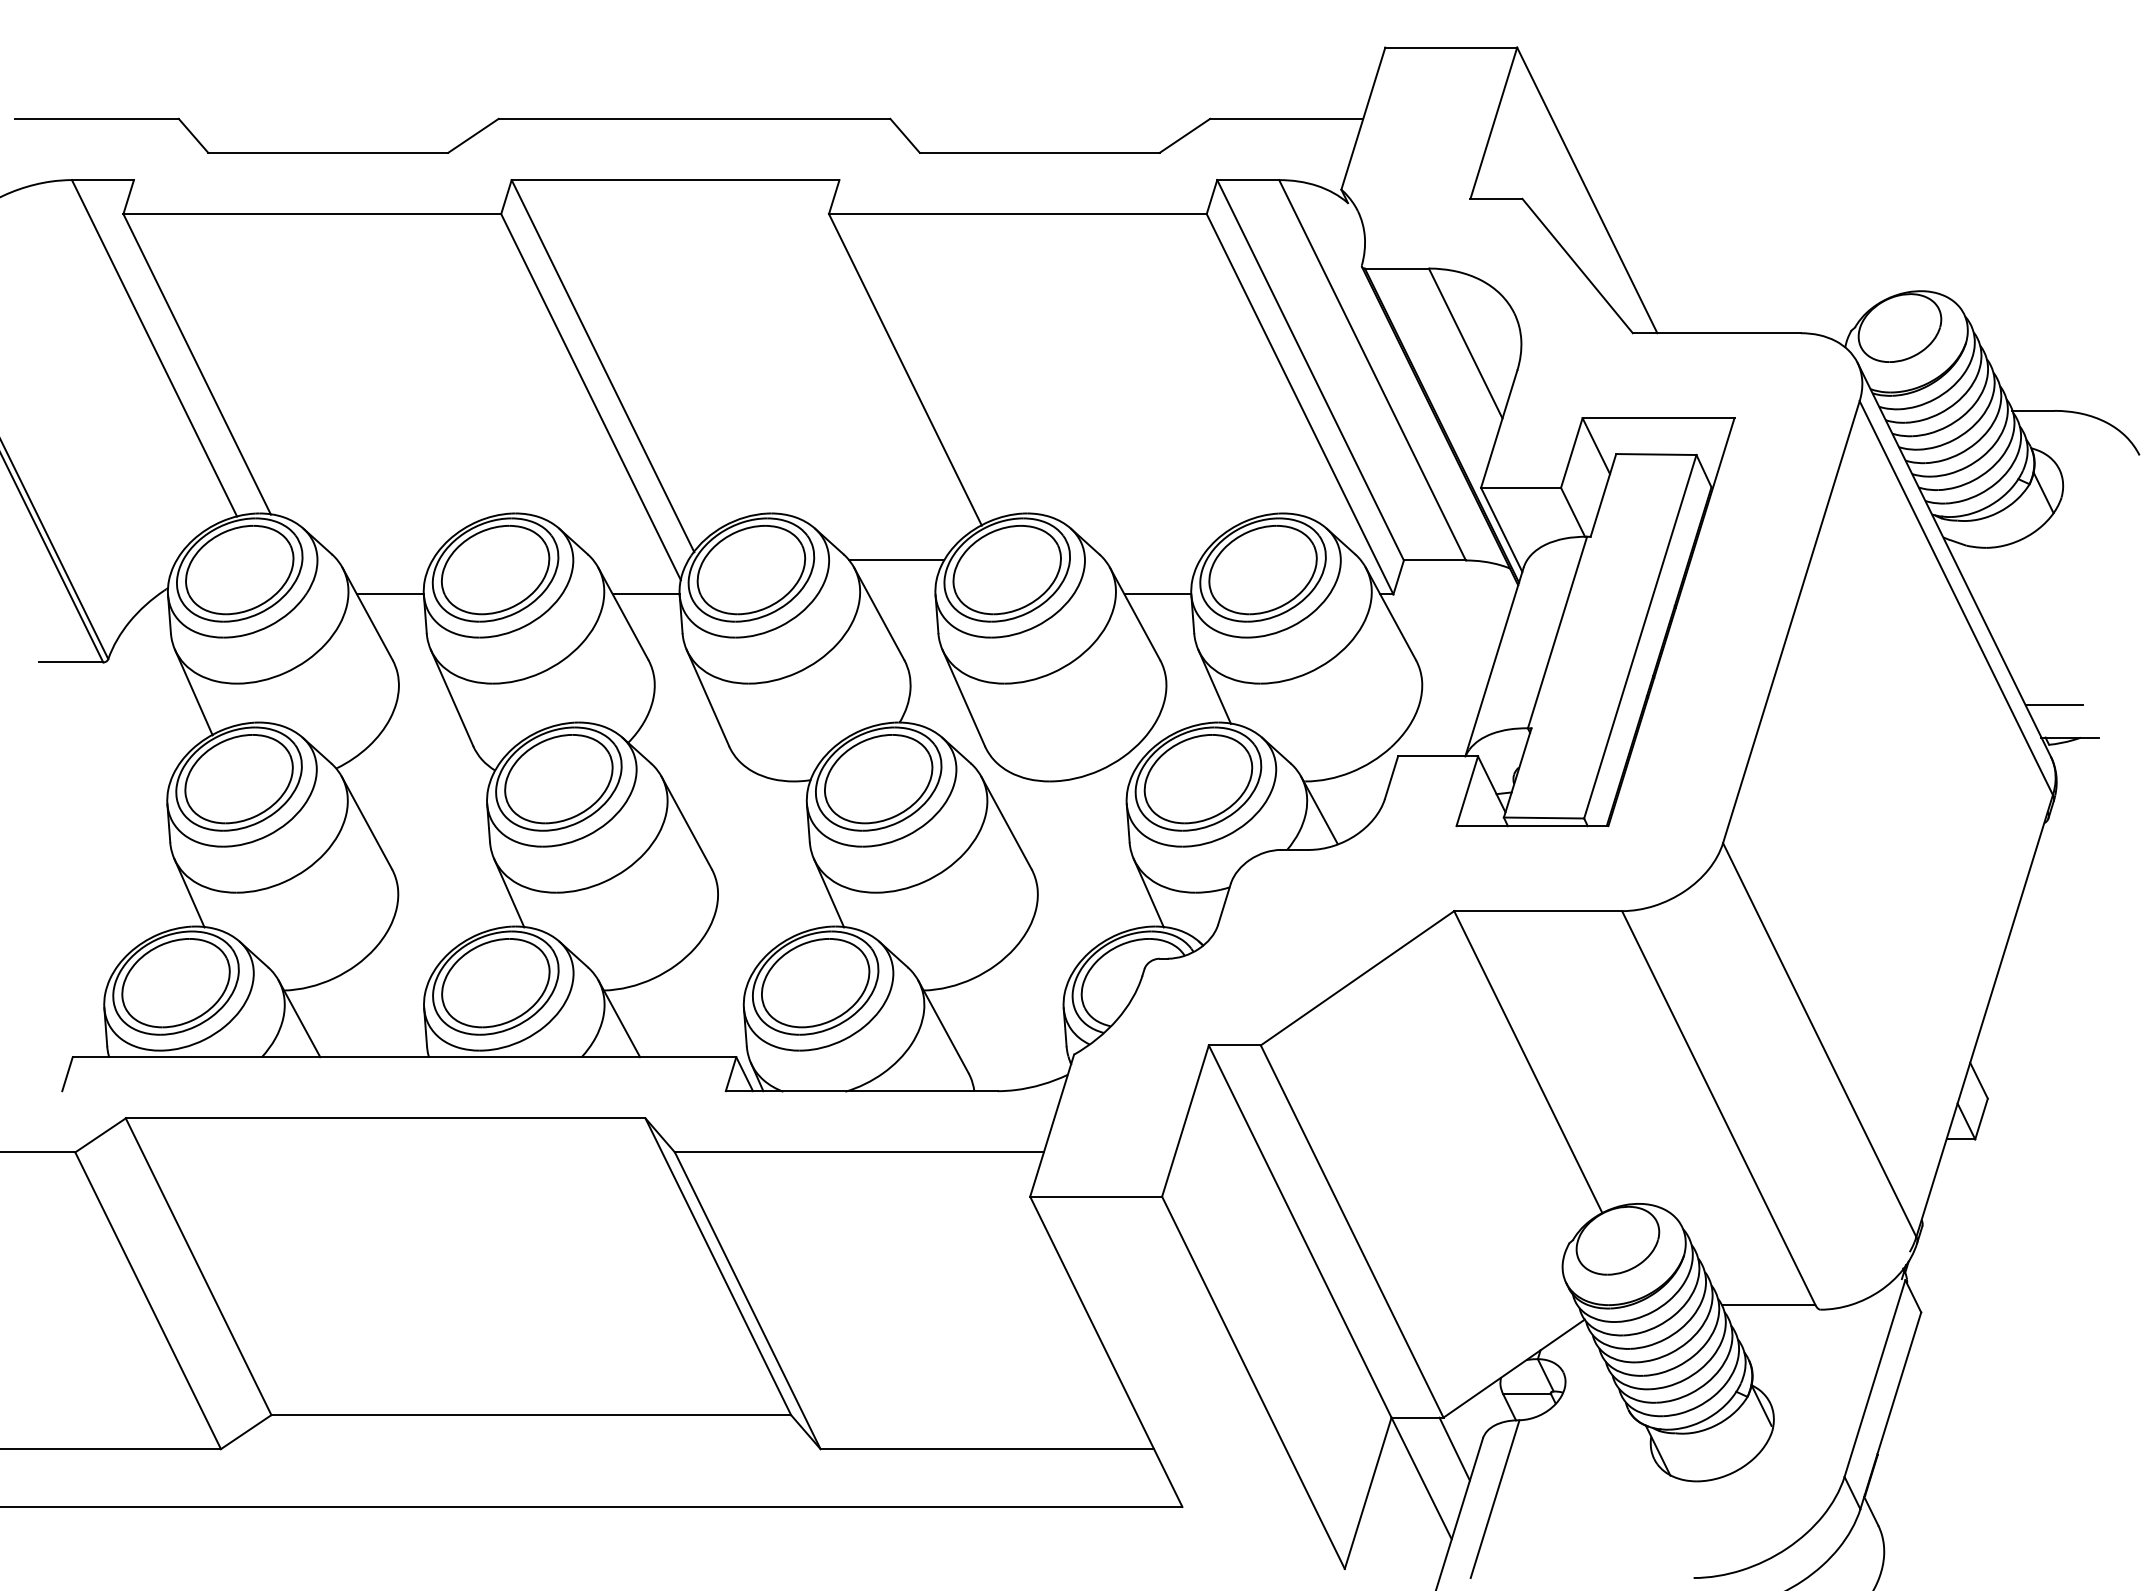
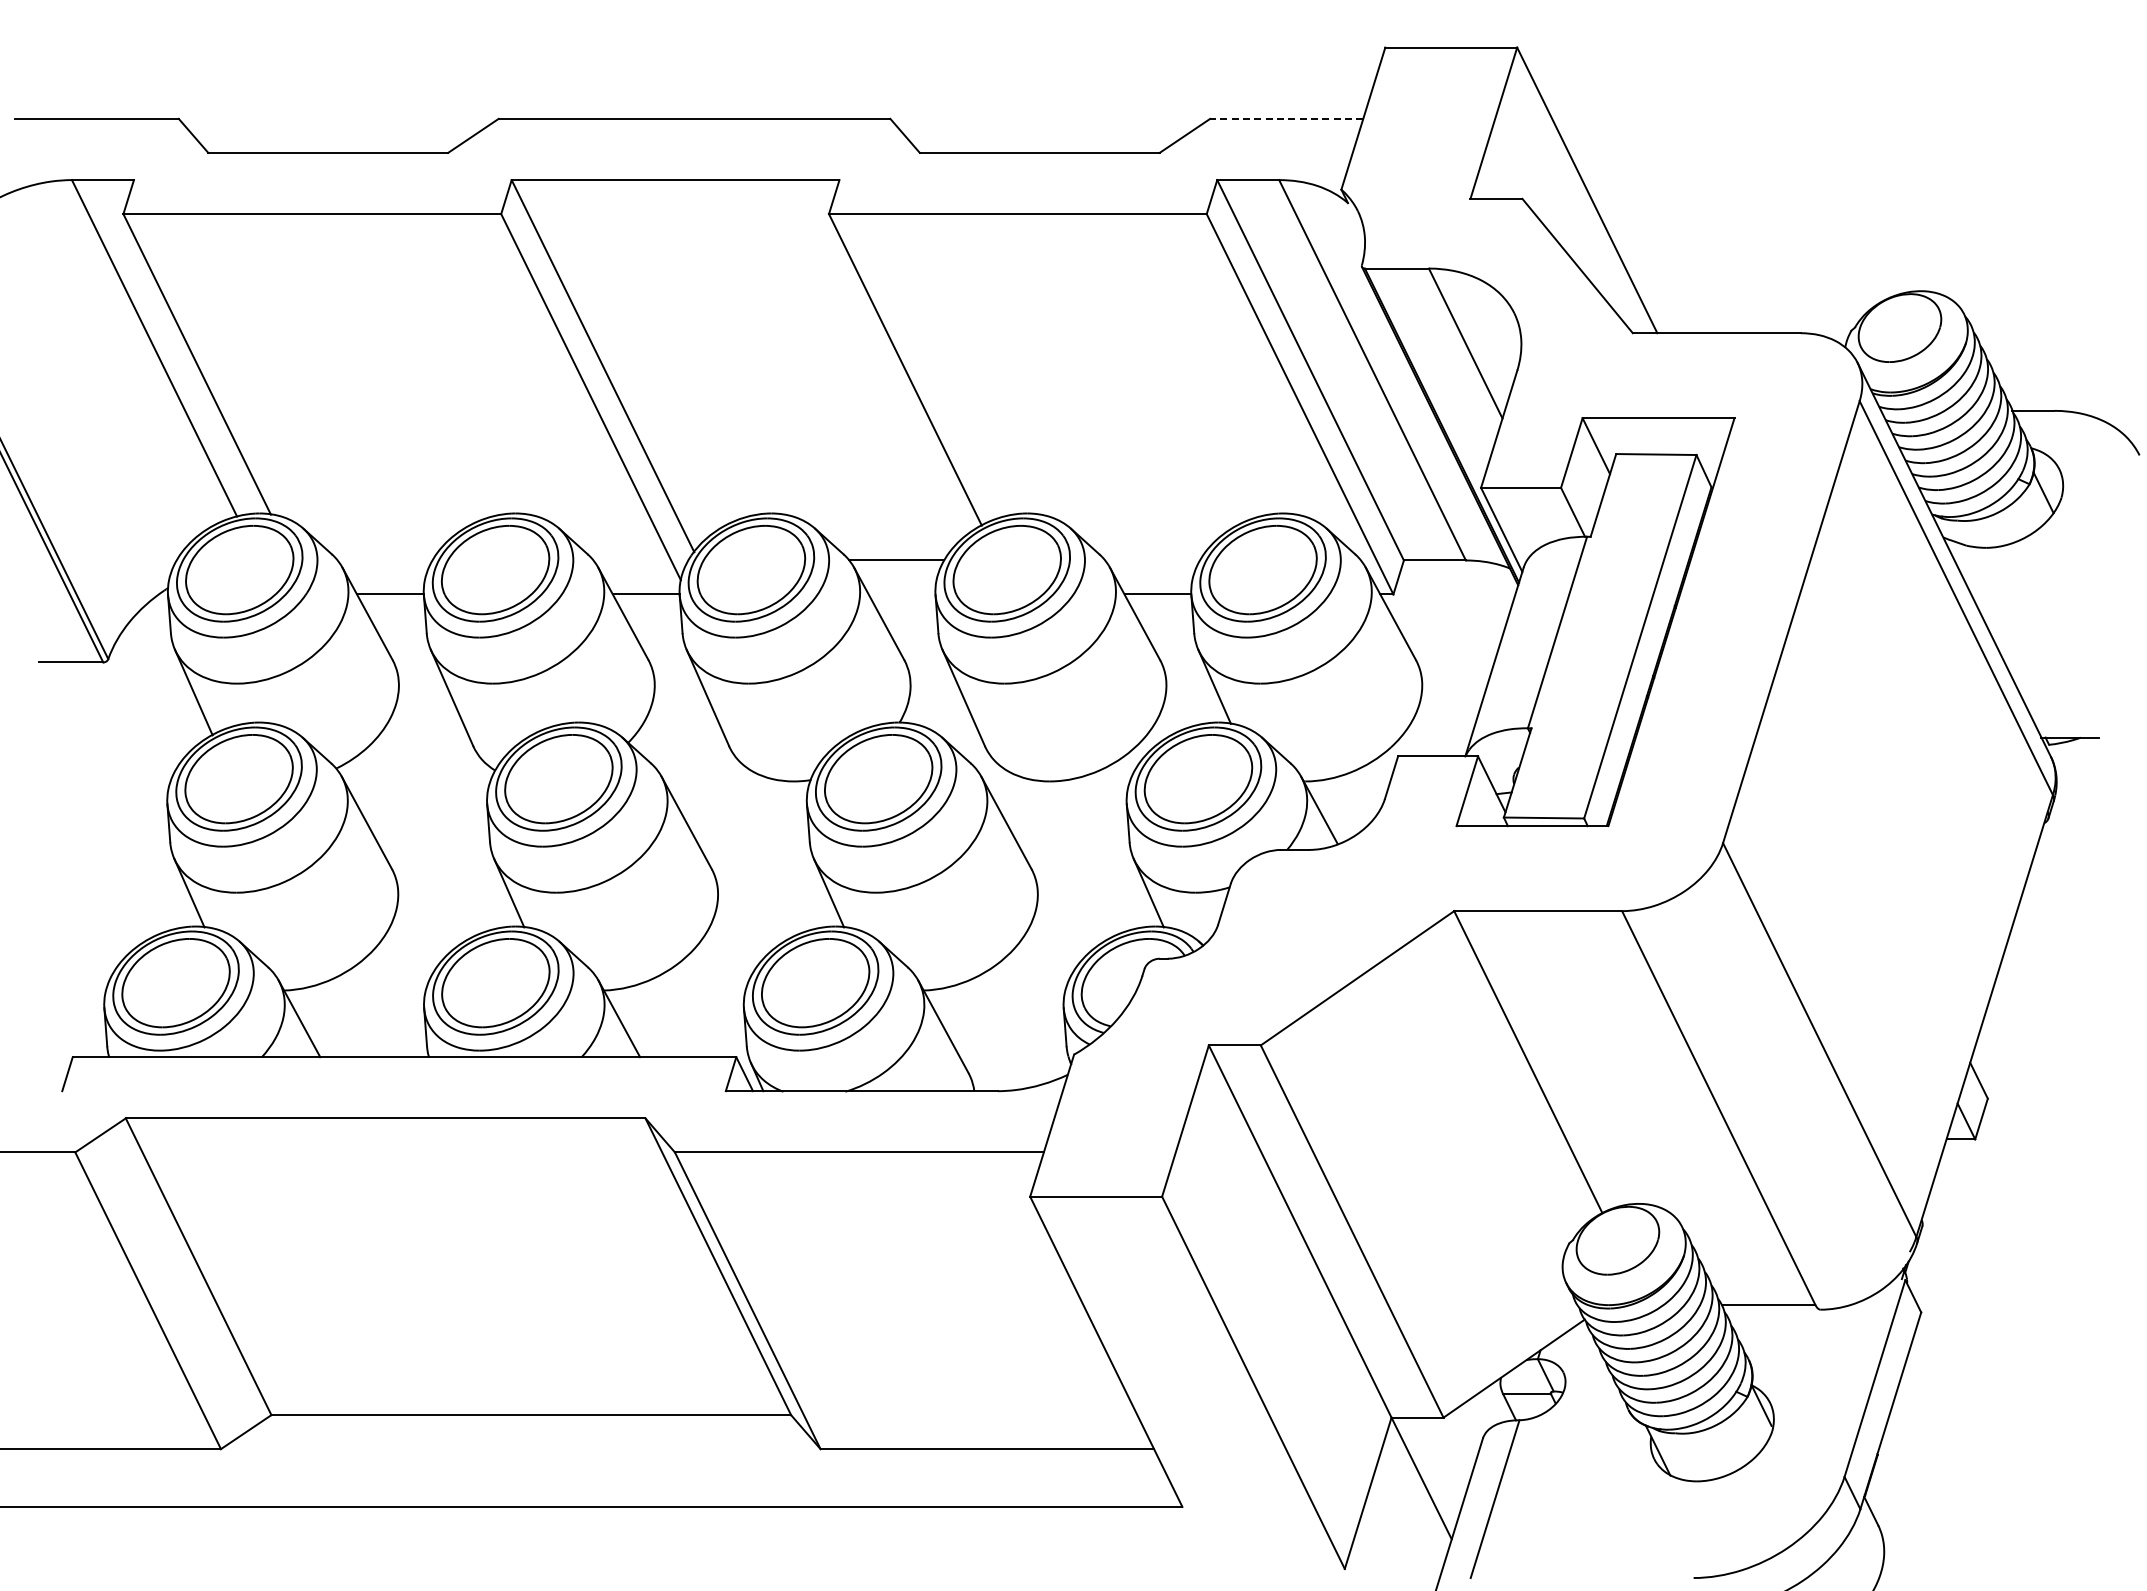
line at (1286, 118): solid -> dashed
line at (2054, 705): present -> none
line at (1454, 1448): present -> none
